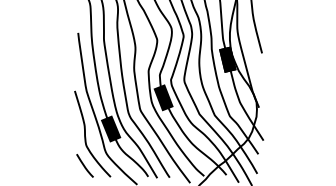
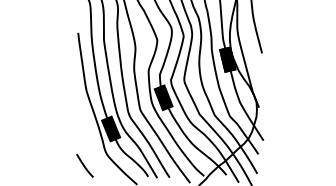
curve at (85, 133): present -> none
